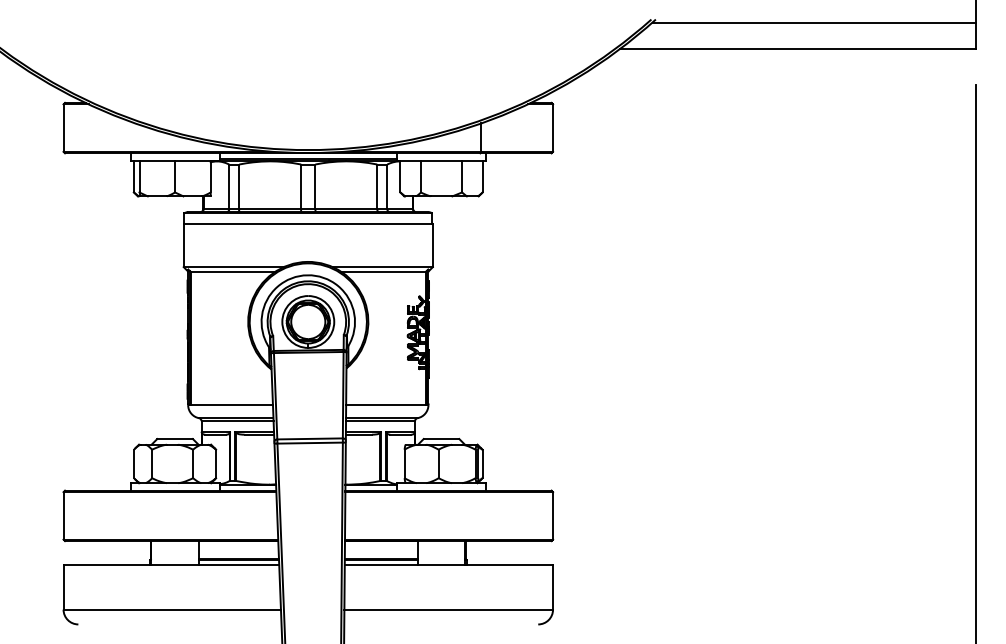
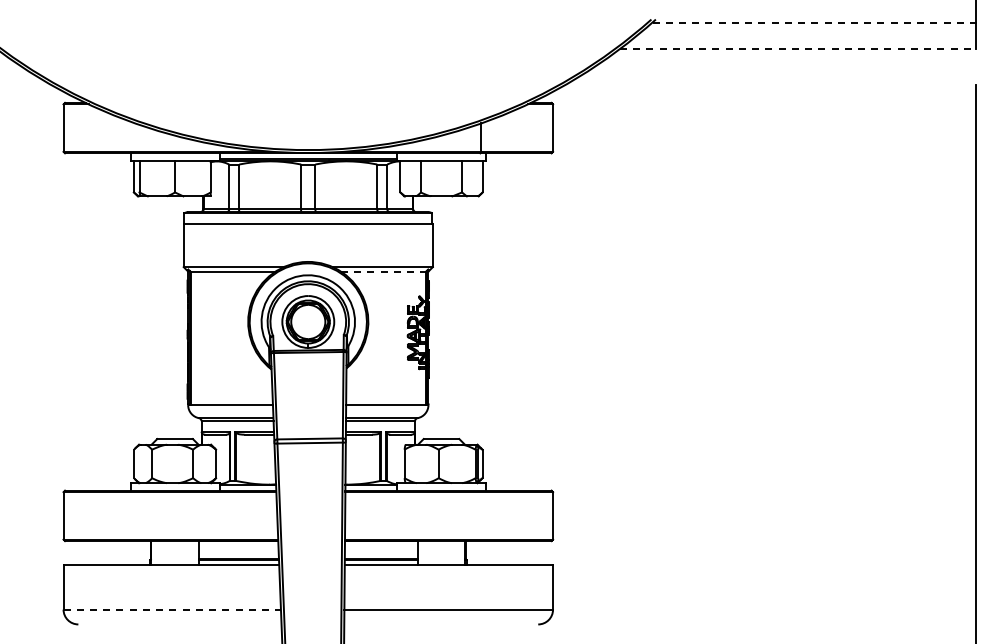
line at (814, 22): solid -> dashed
line at (798, 49): solid -> dashed
line at (383, 271): solid -> dashed
line at (172, 609): solid -> dashed
